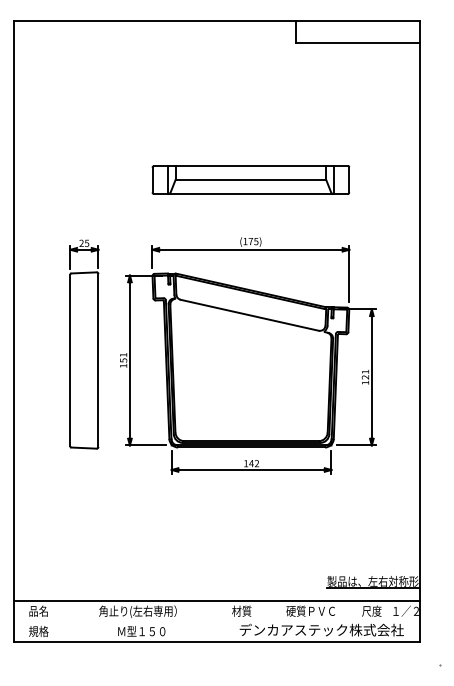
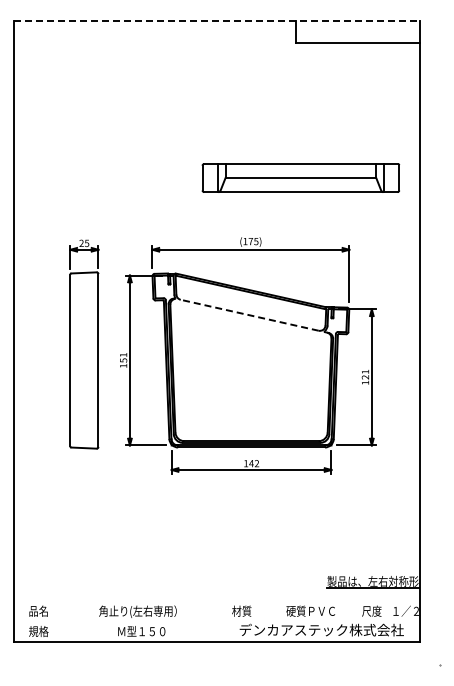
line at (217, 20): solid -> dashed
part at (250, 179) position: (250, 179) -> (300, 177)
line at (249, 315): solid -> dashed
line at (216, 601): present -> none
